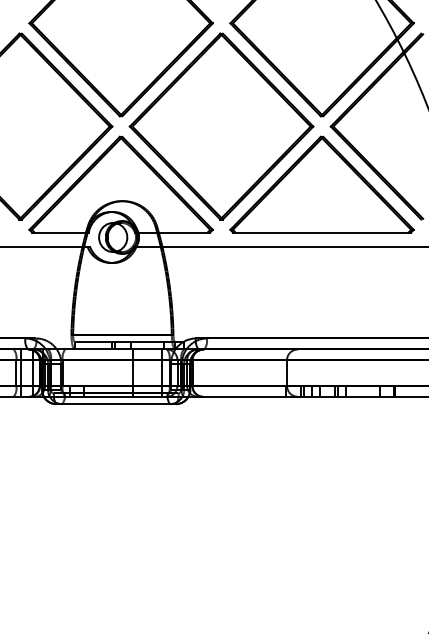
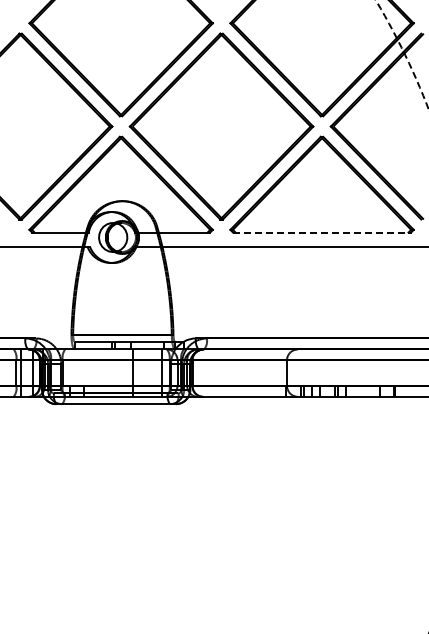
line at (320, 232): solid -> dashed
circle at (401, 316): solid -> dashed
